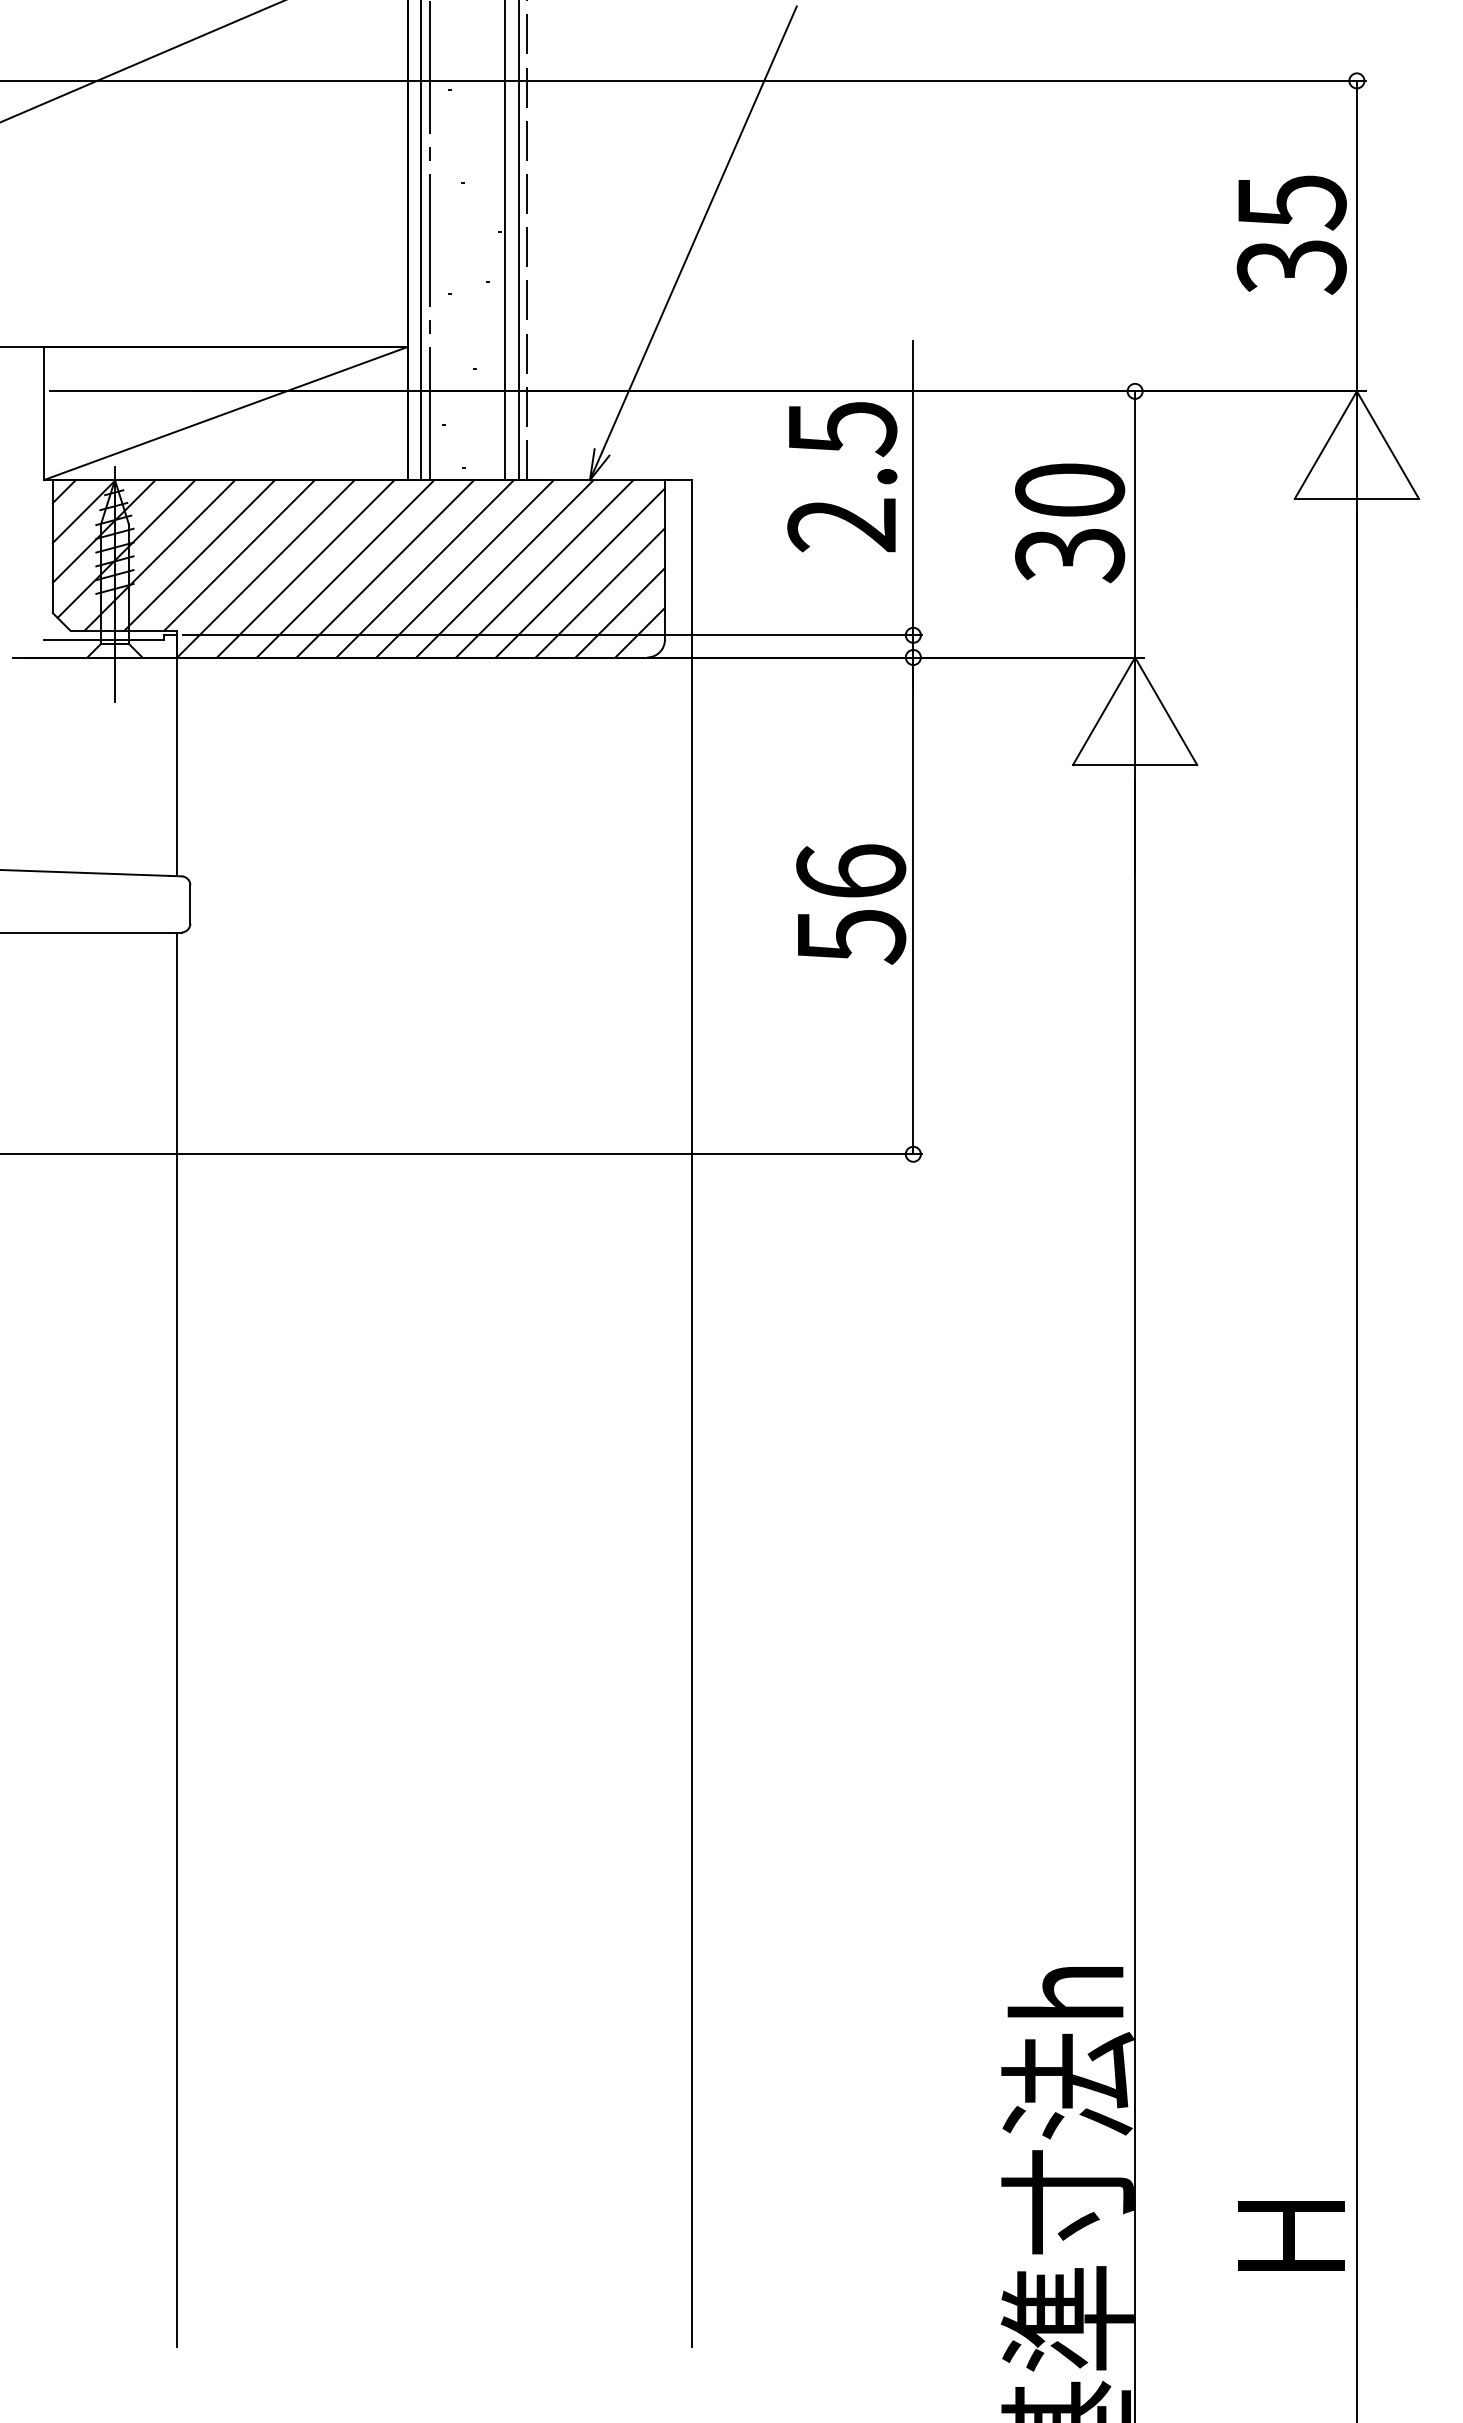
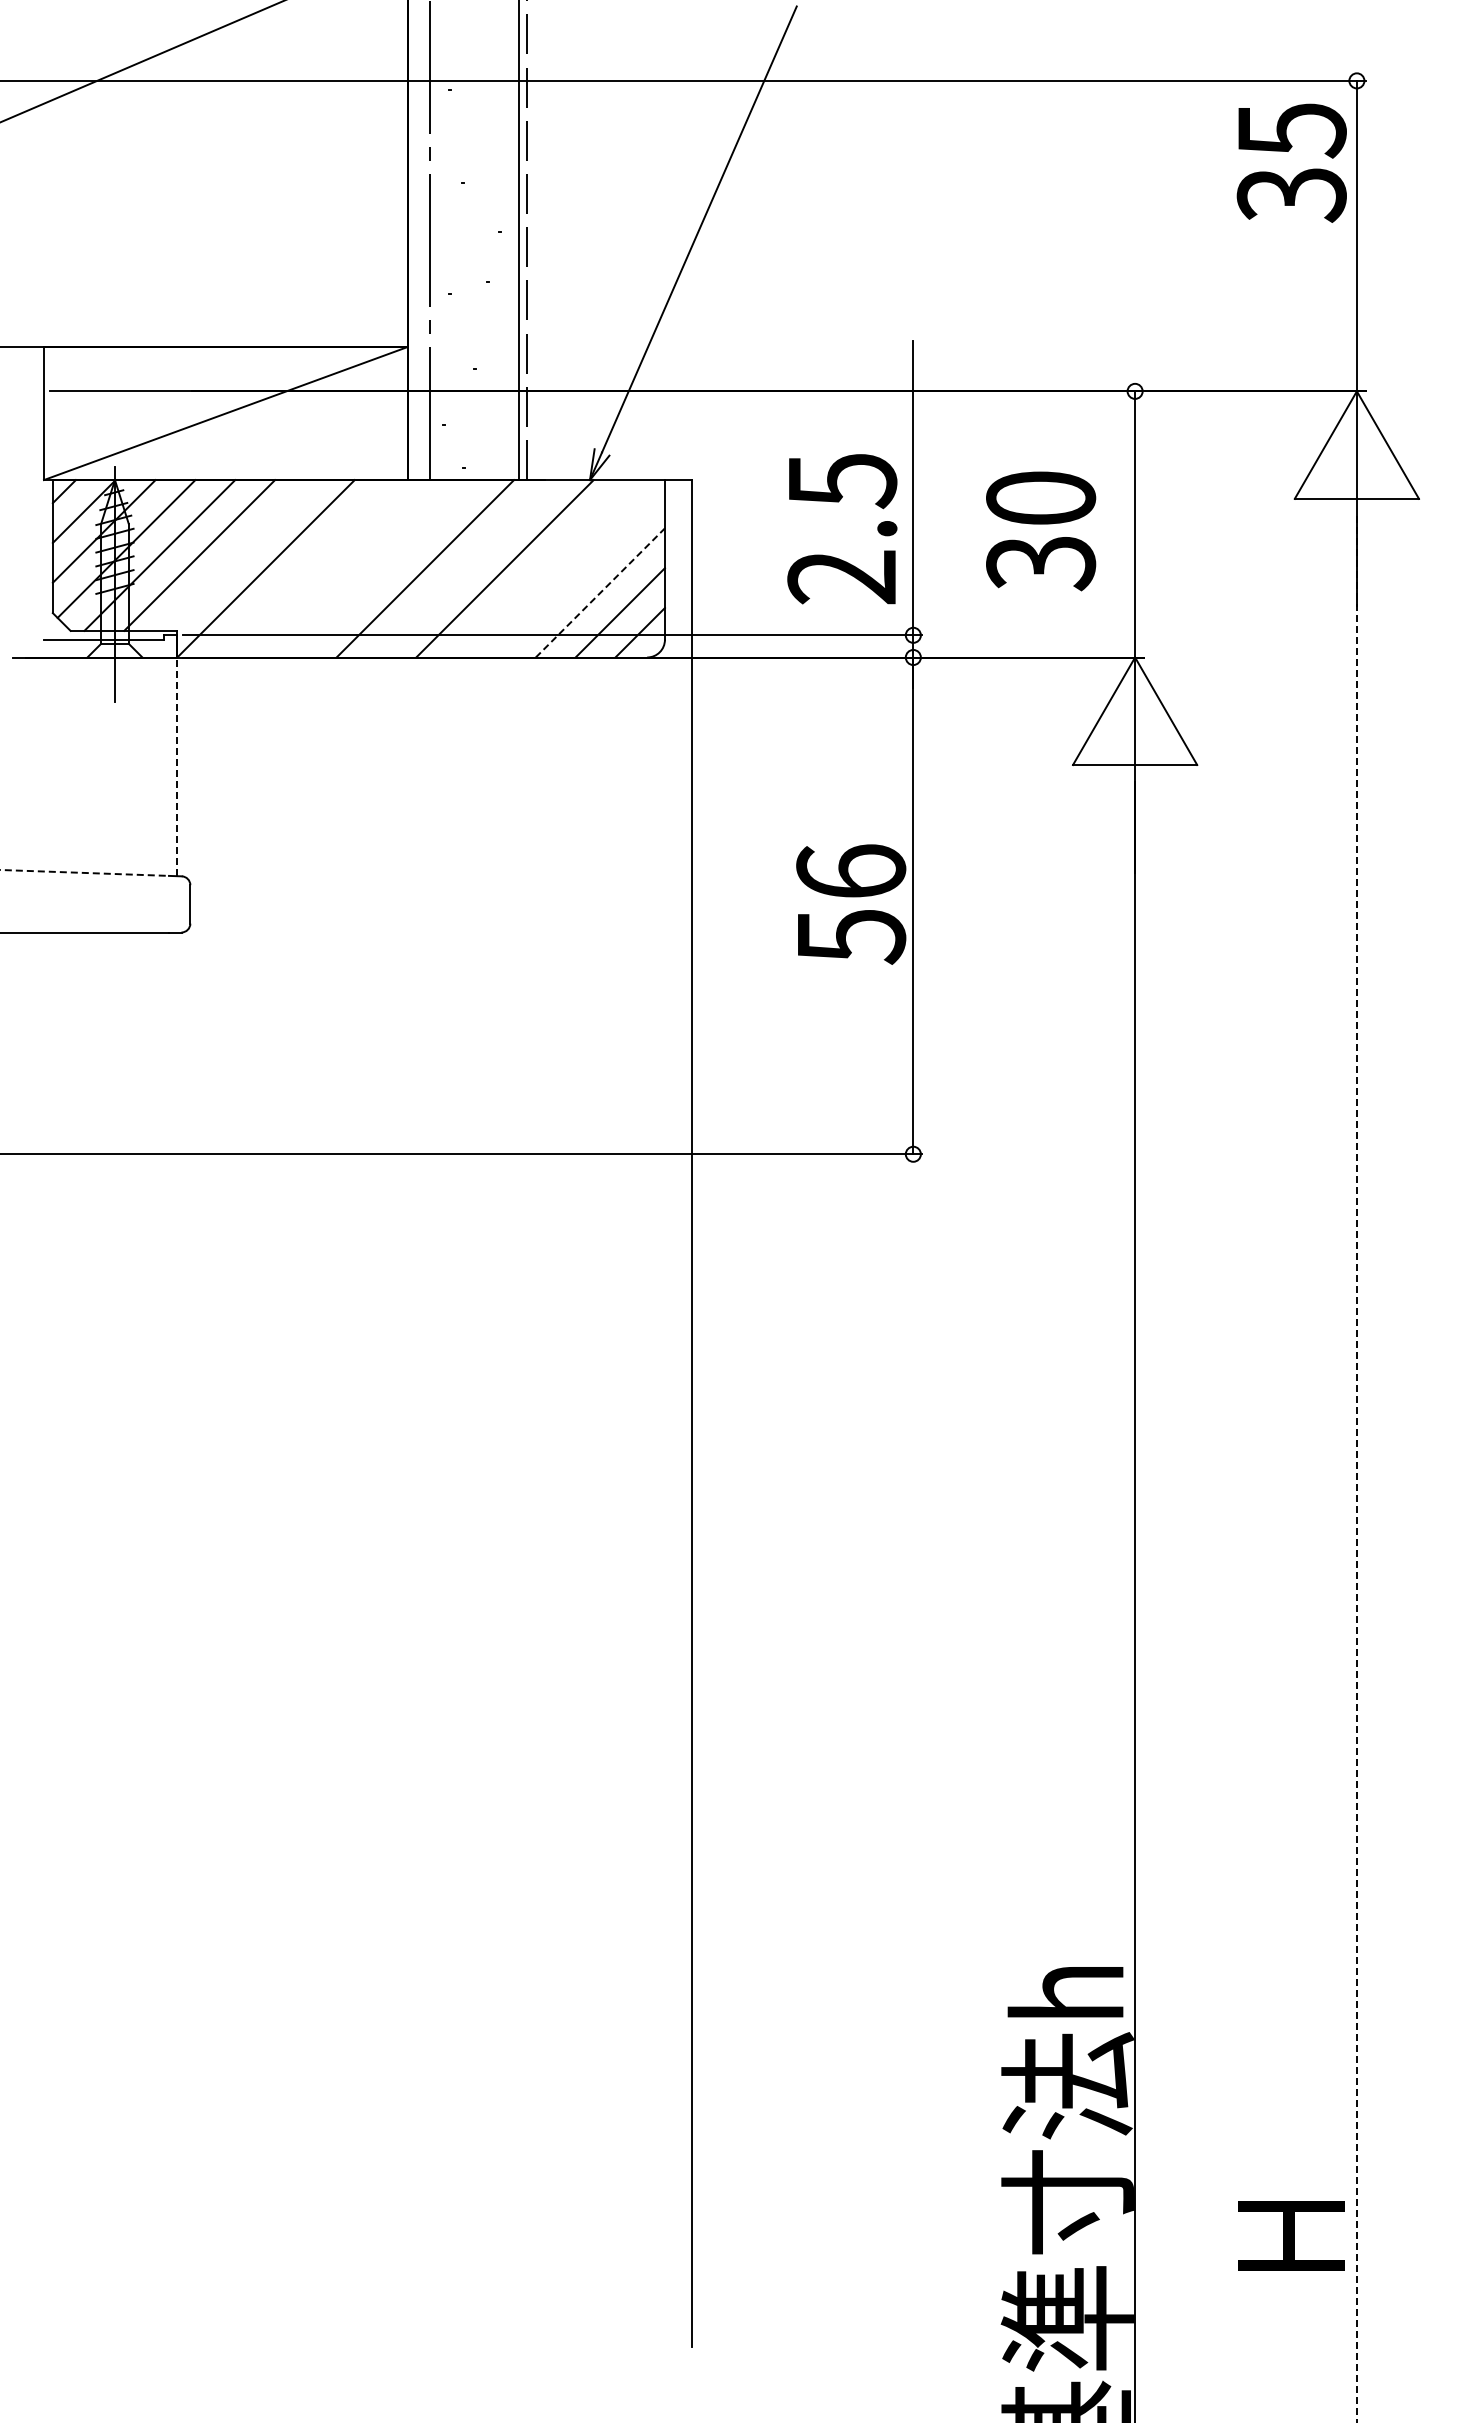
text at (1291, 234) position: (1291, 234) -> (1291, 162)
line at (421, 241): present -> none
line at (505, 241): present -> none
text at (842, 477) position: (842, 477) -> (842, 529)
text at (1070, 523) position: (1070, 523) -> (1041, 531)
line at (239, 555): present -> none
line at (305, 568): present -> none
line at (345, 568): present -> none
line at (385, 568): present -> none
line at (464, 568): present -> none
line at (544, 568): present -> none
line at (579, 572): present -> none
line at (600, 592): solid -> dashed
line at (177, 766): solid -> dashed
line at (85, 872): solid -> dashed
line at (1356, 1469): solid -> dashed
line at (177, 1639): present -> none
